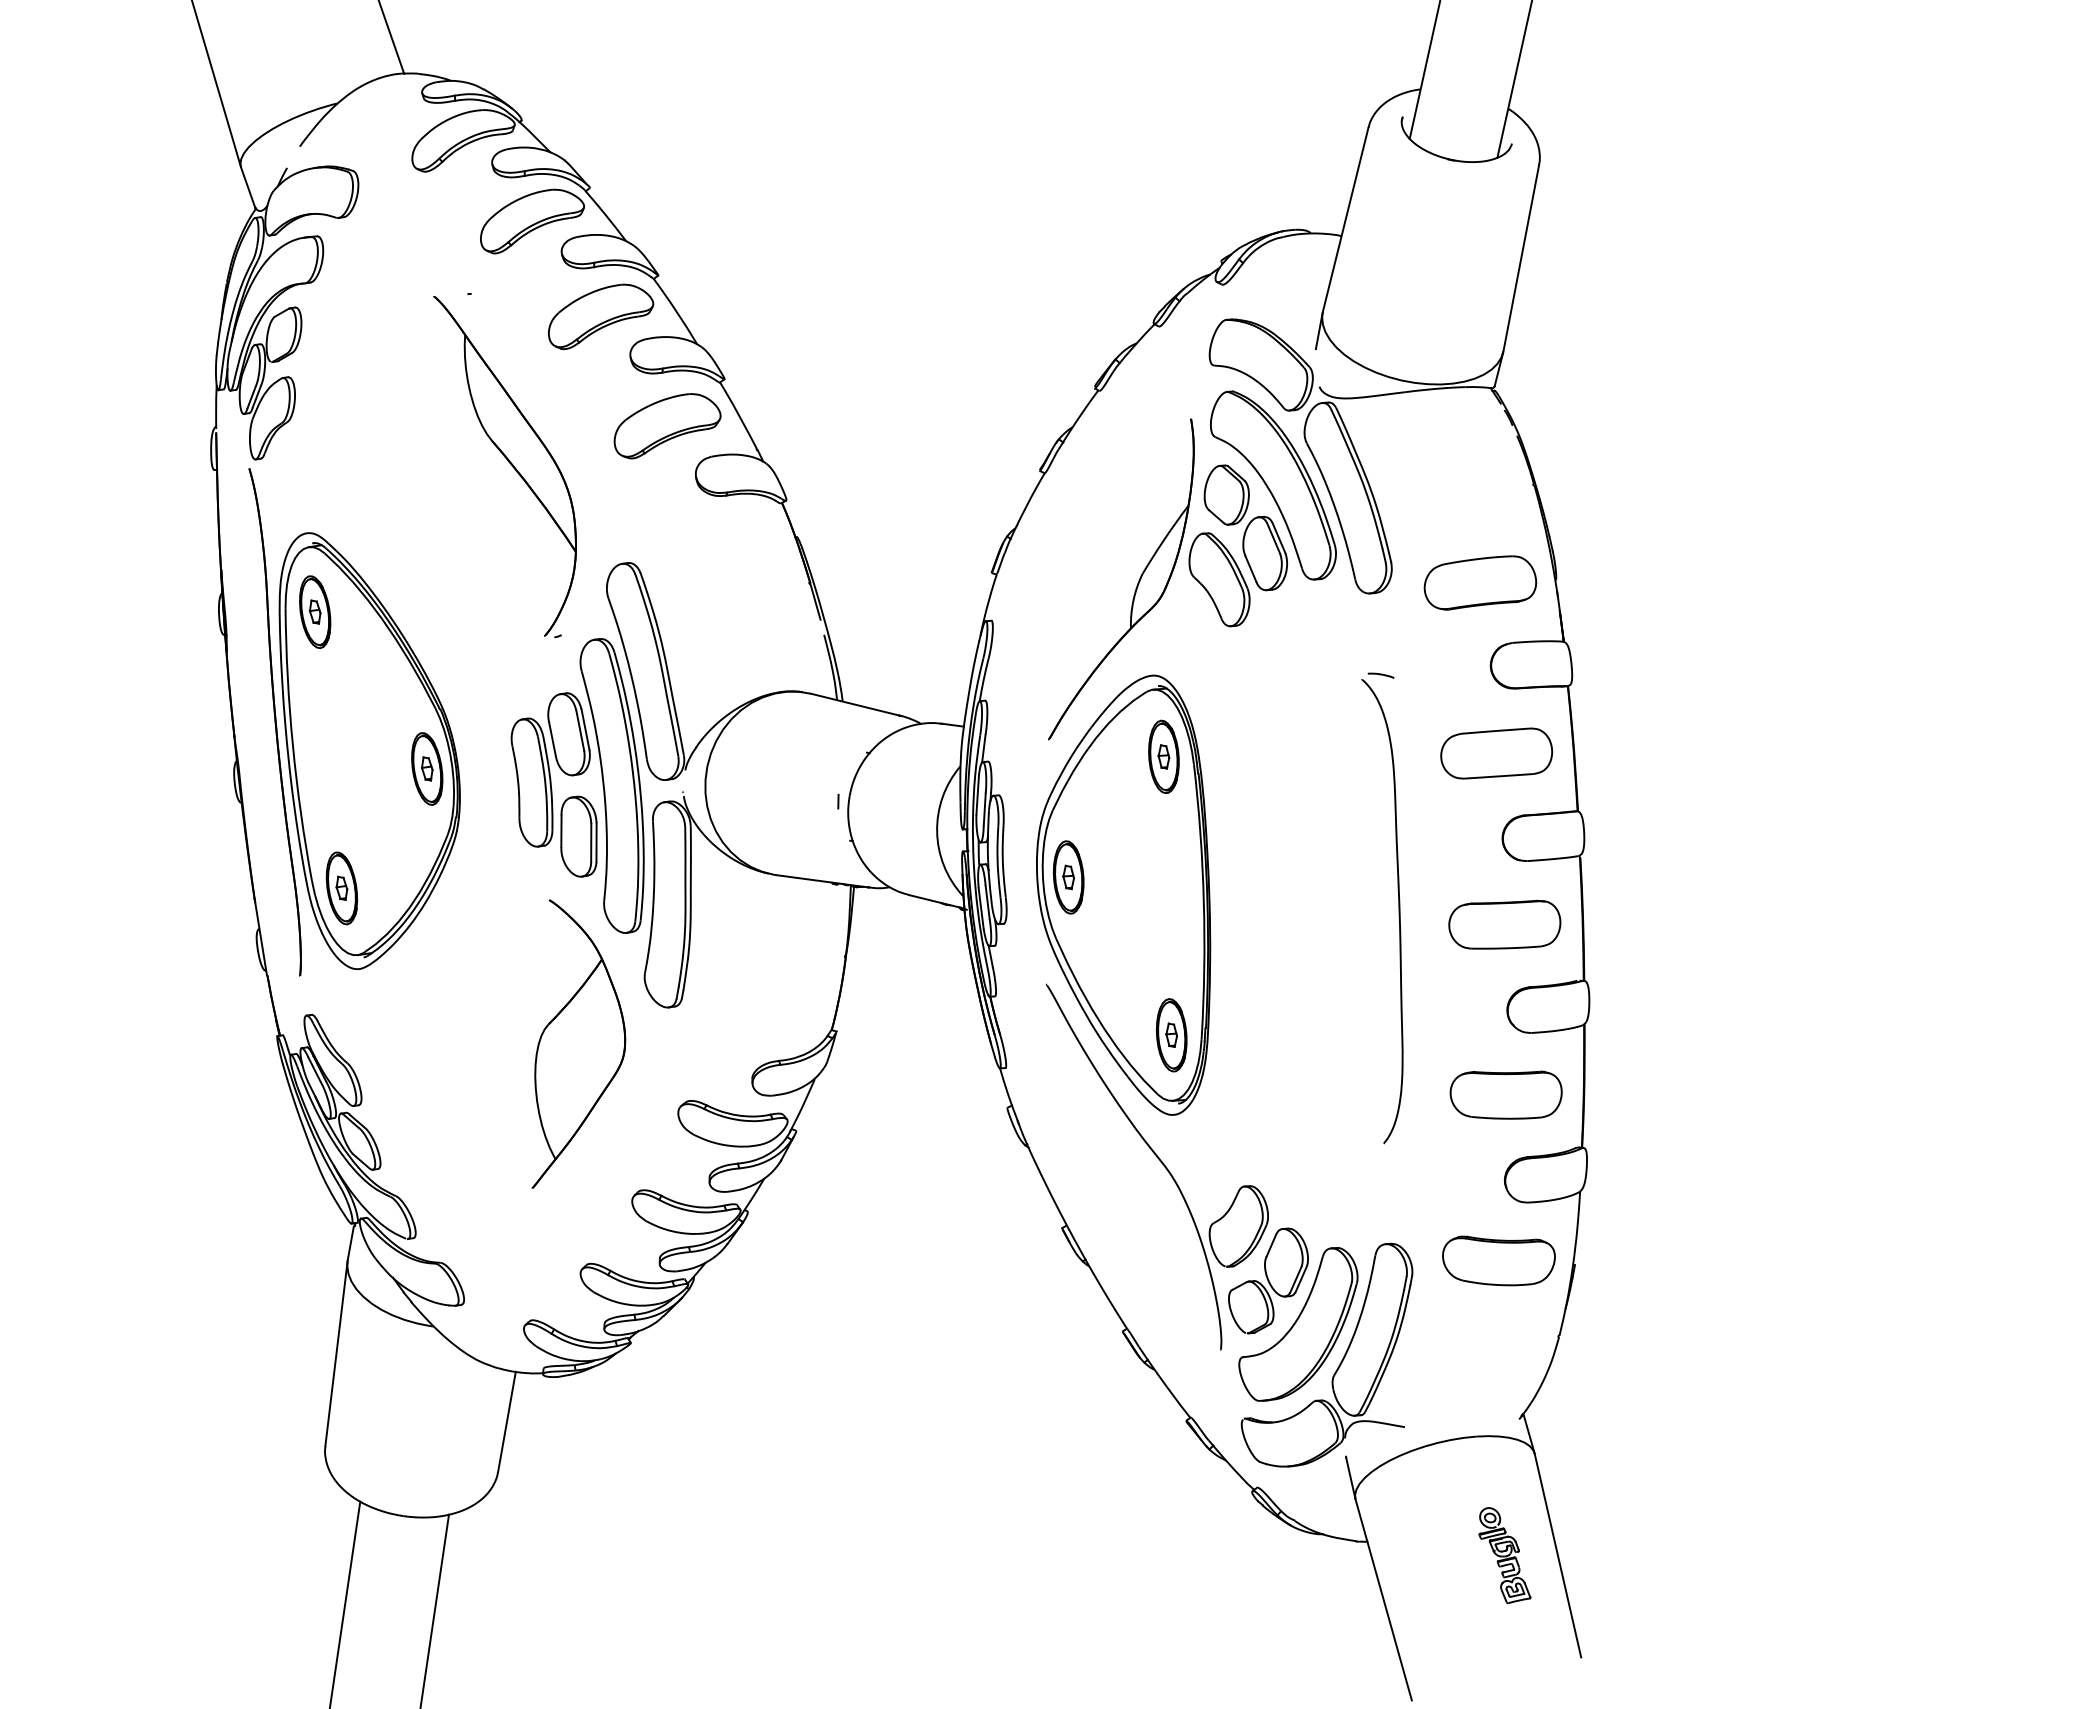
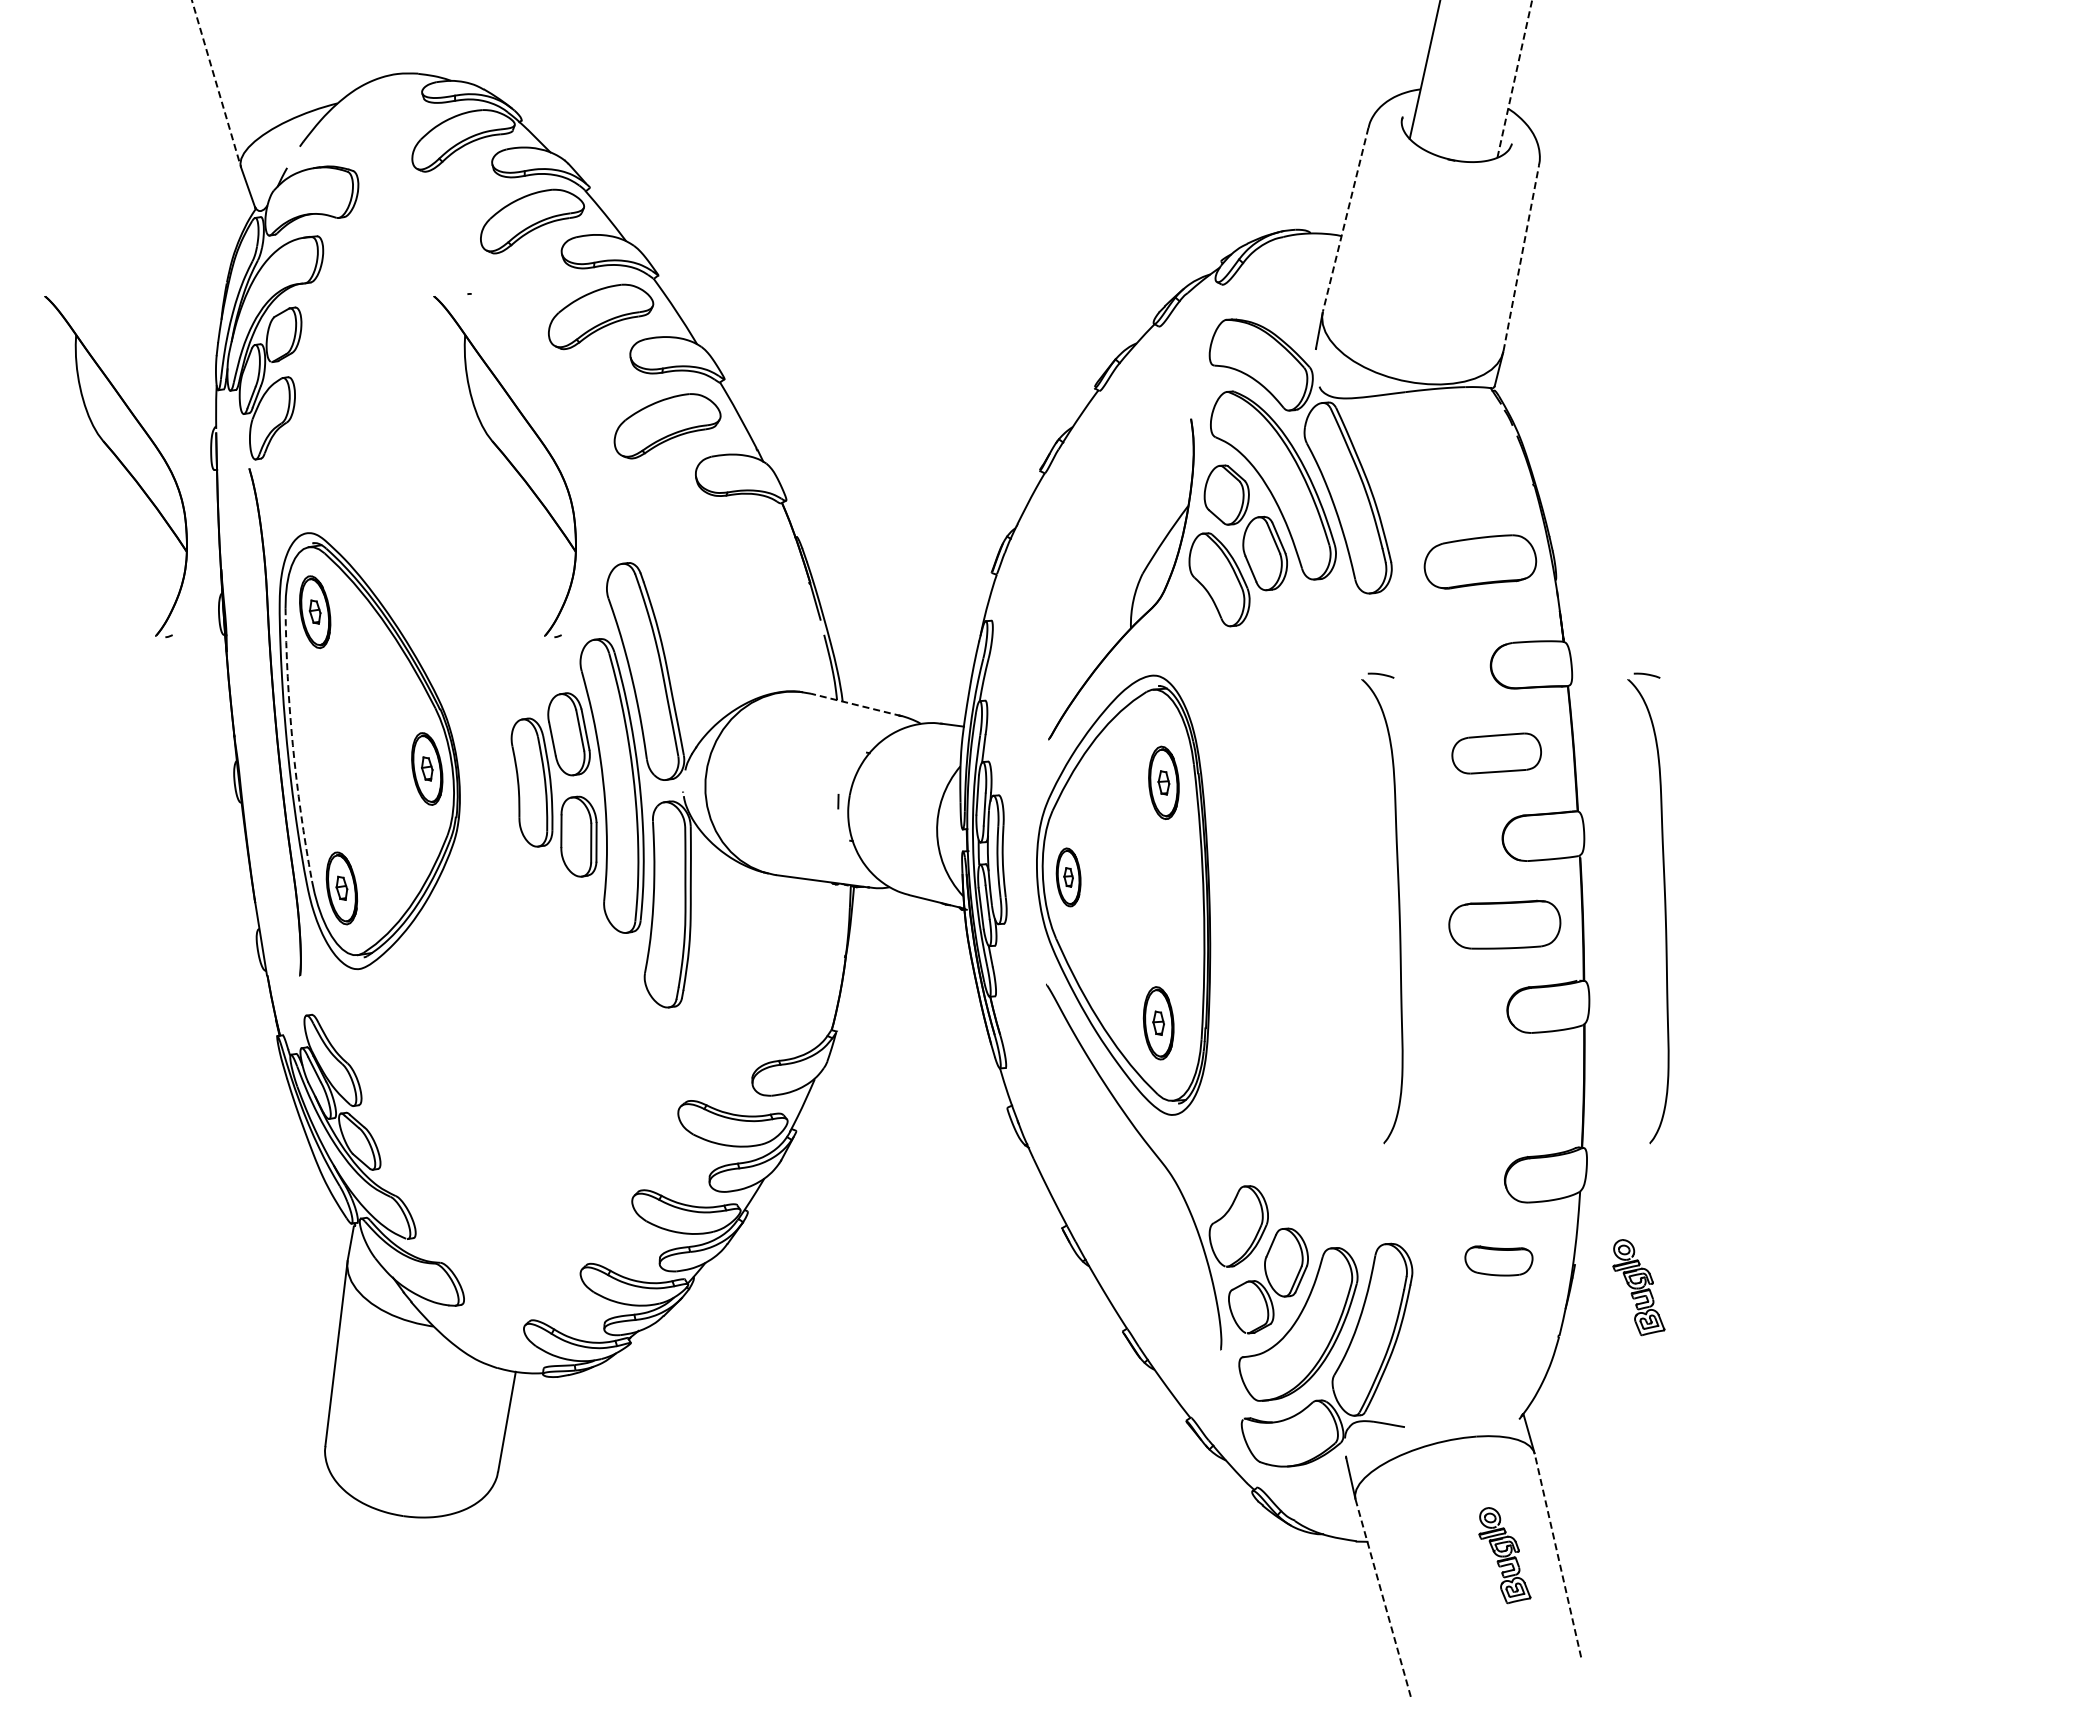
line at (391, 37): present -> none
line at (1514, 78): solid -> dashed
line at (216, 83): solid -> dashed
line at (1345, 219): solid -> dashed
line at (1521, 258): solid -> dashed
part at (115, 466): none -> present
part at (1480, 582) position: (1480, 582) -> (1480, 561)
line at (856, 704): solid -> dashed
arc at (292, 745): solid -> dashed
part at (1496, 753) size: 114x53 px -> 91x43 px
part at (1163, 756) position: (1163, 756) -> (1163, 782)
part at (1068, 877) size: 33x75 px -> 27x61 px
part at (1664, 908): none -> present
part at (1171, 1035) position: (1171, 1035) -> (1158, 1023)
part at (578, 1043): present -> none
part at (1505, 1094): present -> none
part at (1498, 1260) size: 114x52 px -> 70x32 px
part at (1638, 1287): none -> present
line at (1557, 1555): solid -> dashed
line at (1383, 1600): solid -> dashed
line at (345, 1603): present -> none
line at (434, 1609): present -> none
